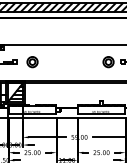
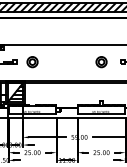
part at (108, 62) position: (108, 62) -> (101, 62)
